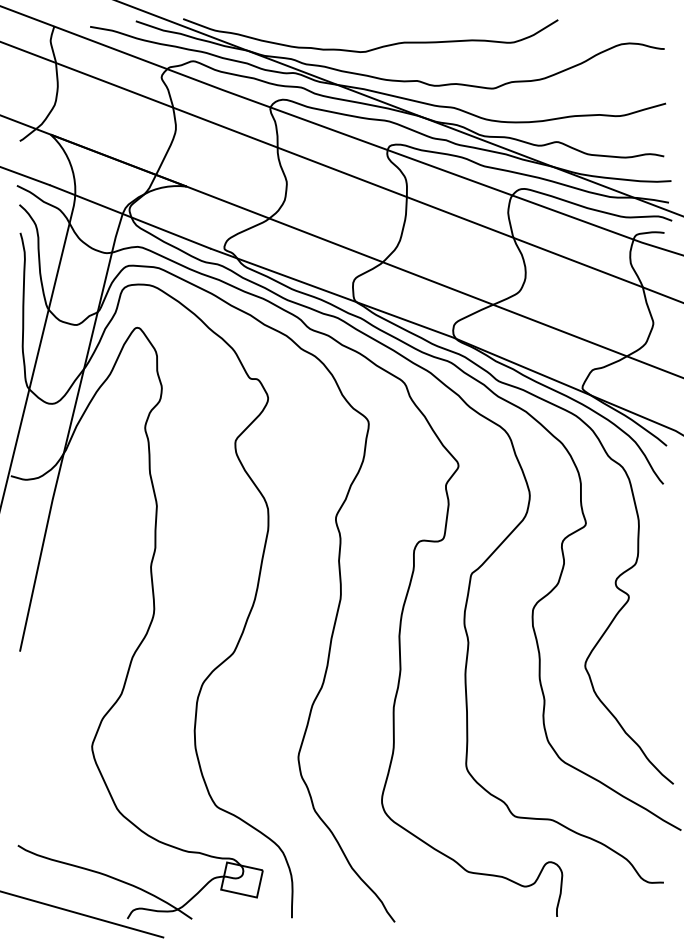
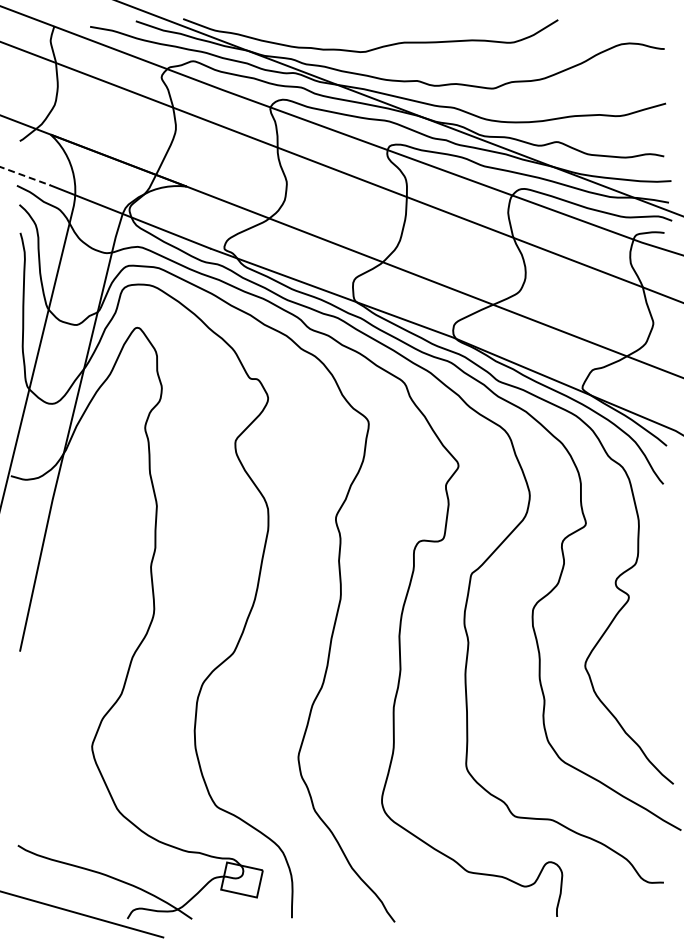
line at (26, 176): solid -> dashed
